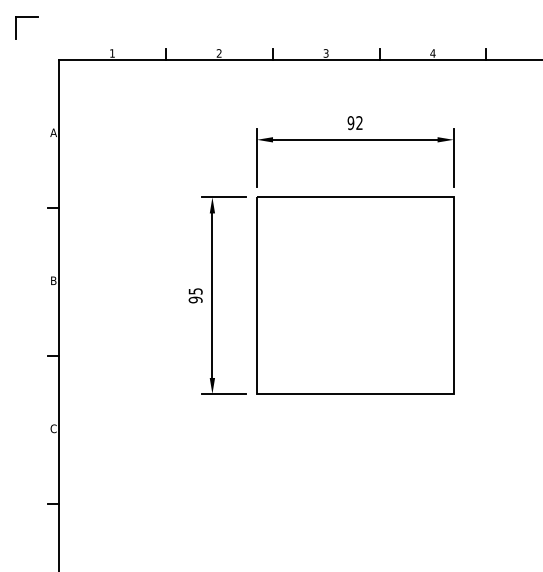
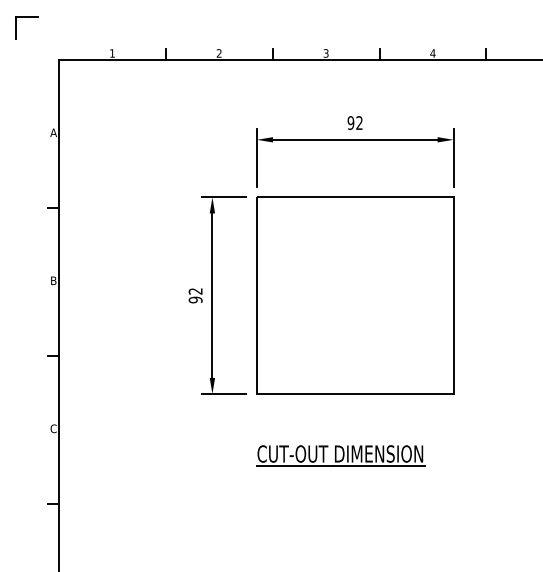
text at (195, 291): 95 -> 92
part at (340, 455): none -> present
